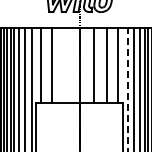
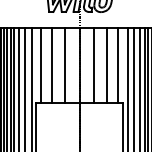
line at (64, 64): none -> present
line at (127, 89): dashed -> solid
